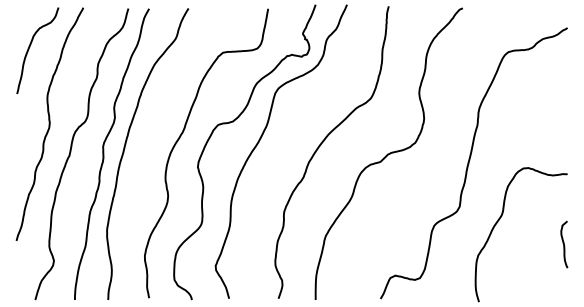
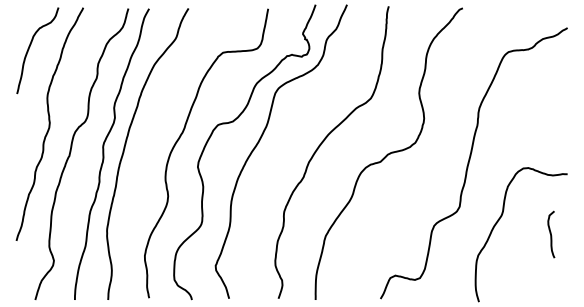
curve at (564, 244) position: (564, 244) -> (551, 234)
